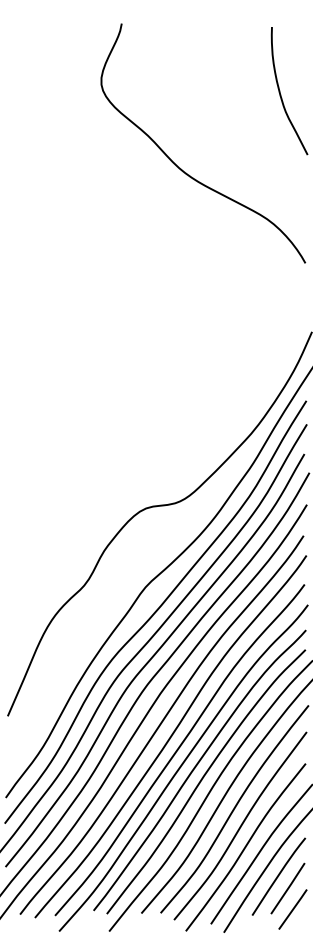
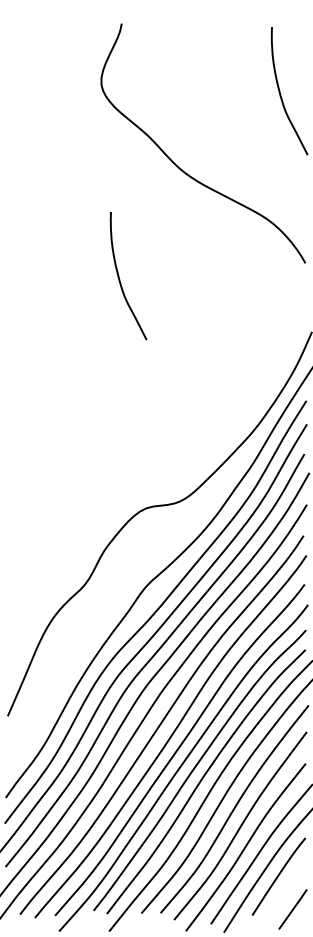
curve at (120, 279): none -> present
line at (287, 888): present -> none
